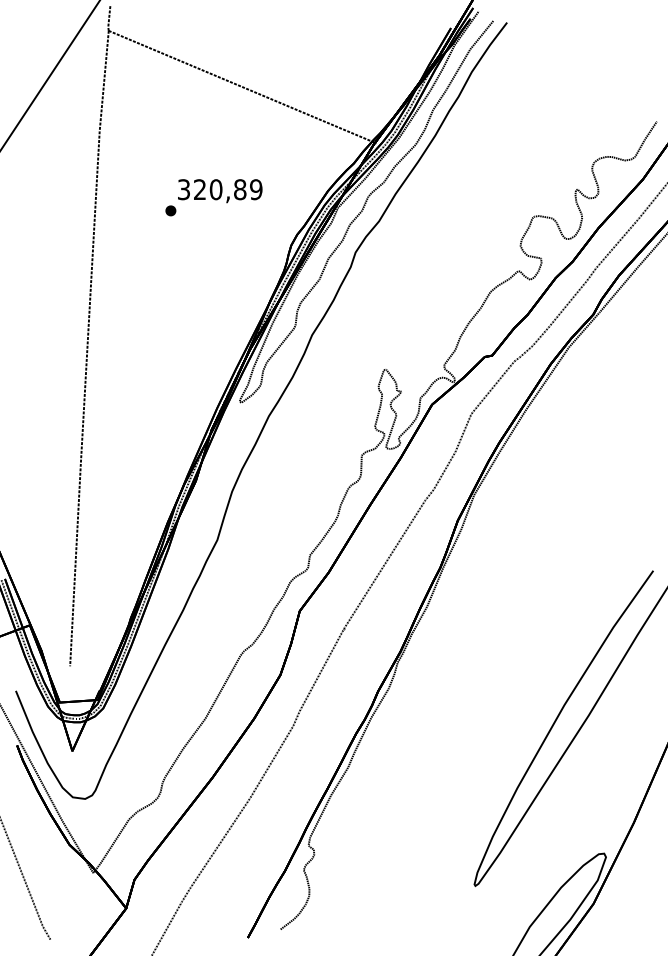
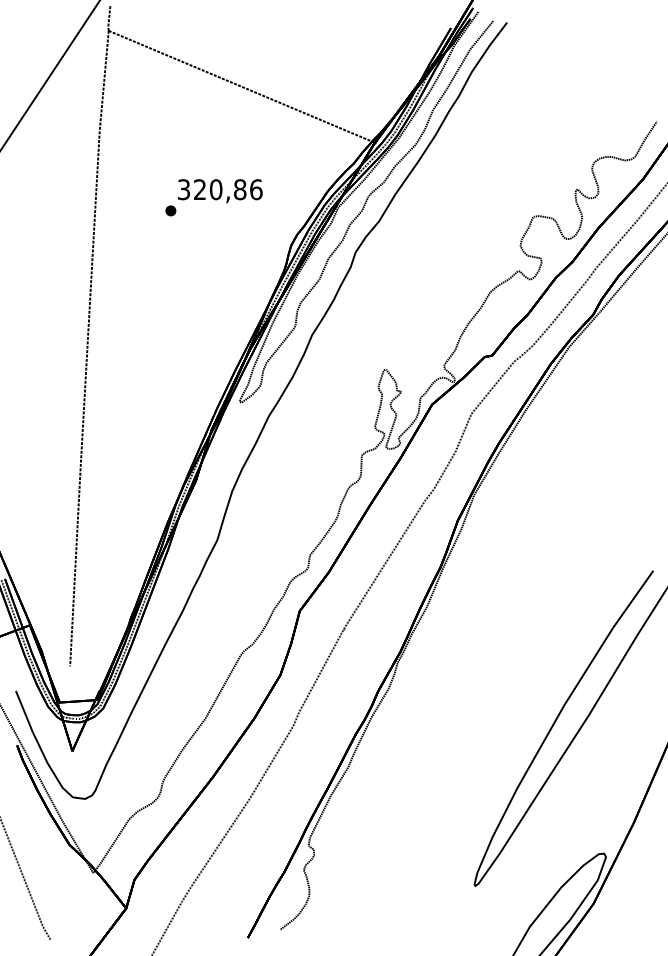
text at (256, 189): 320,89 -> 320,86
